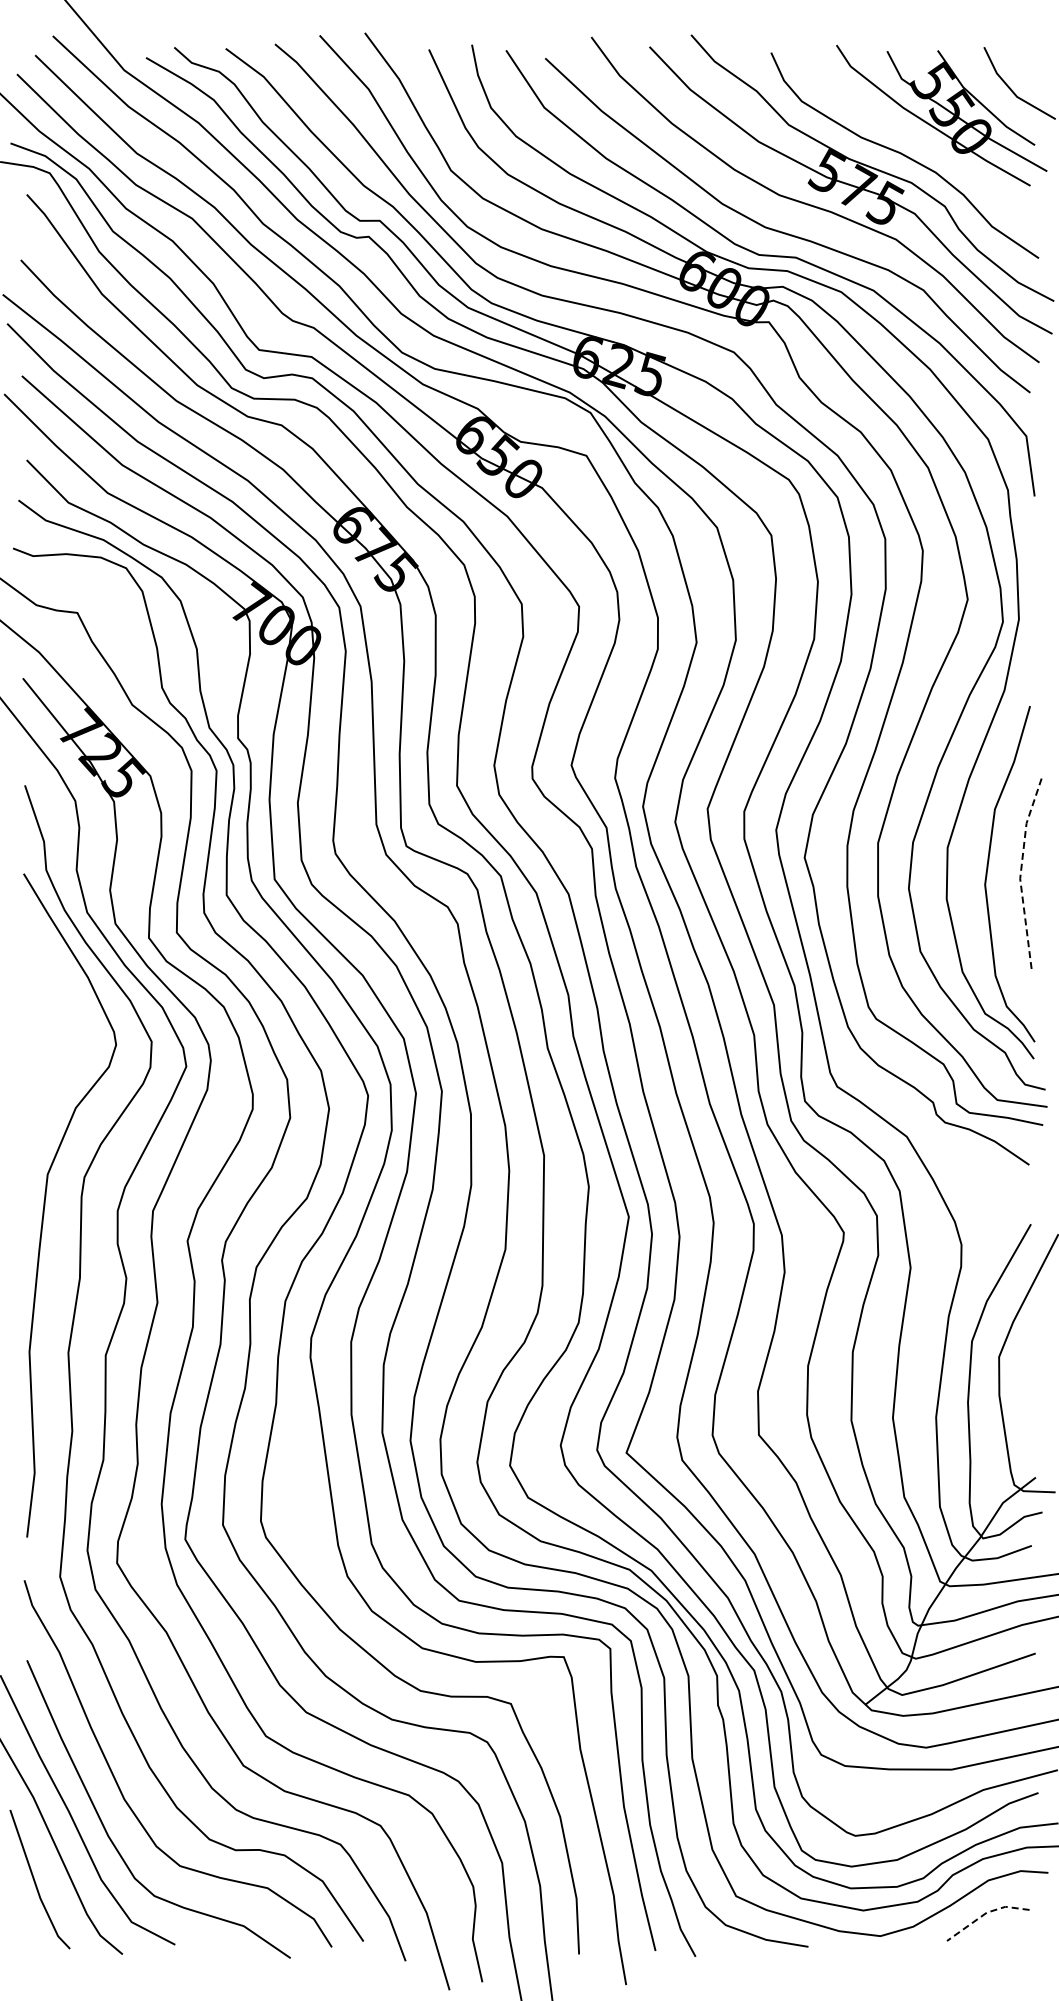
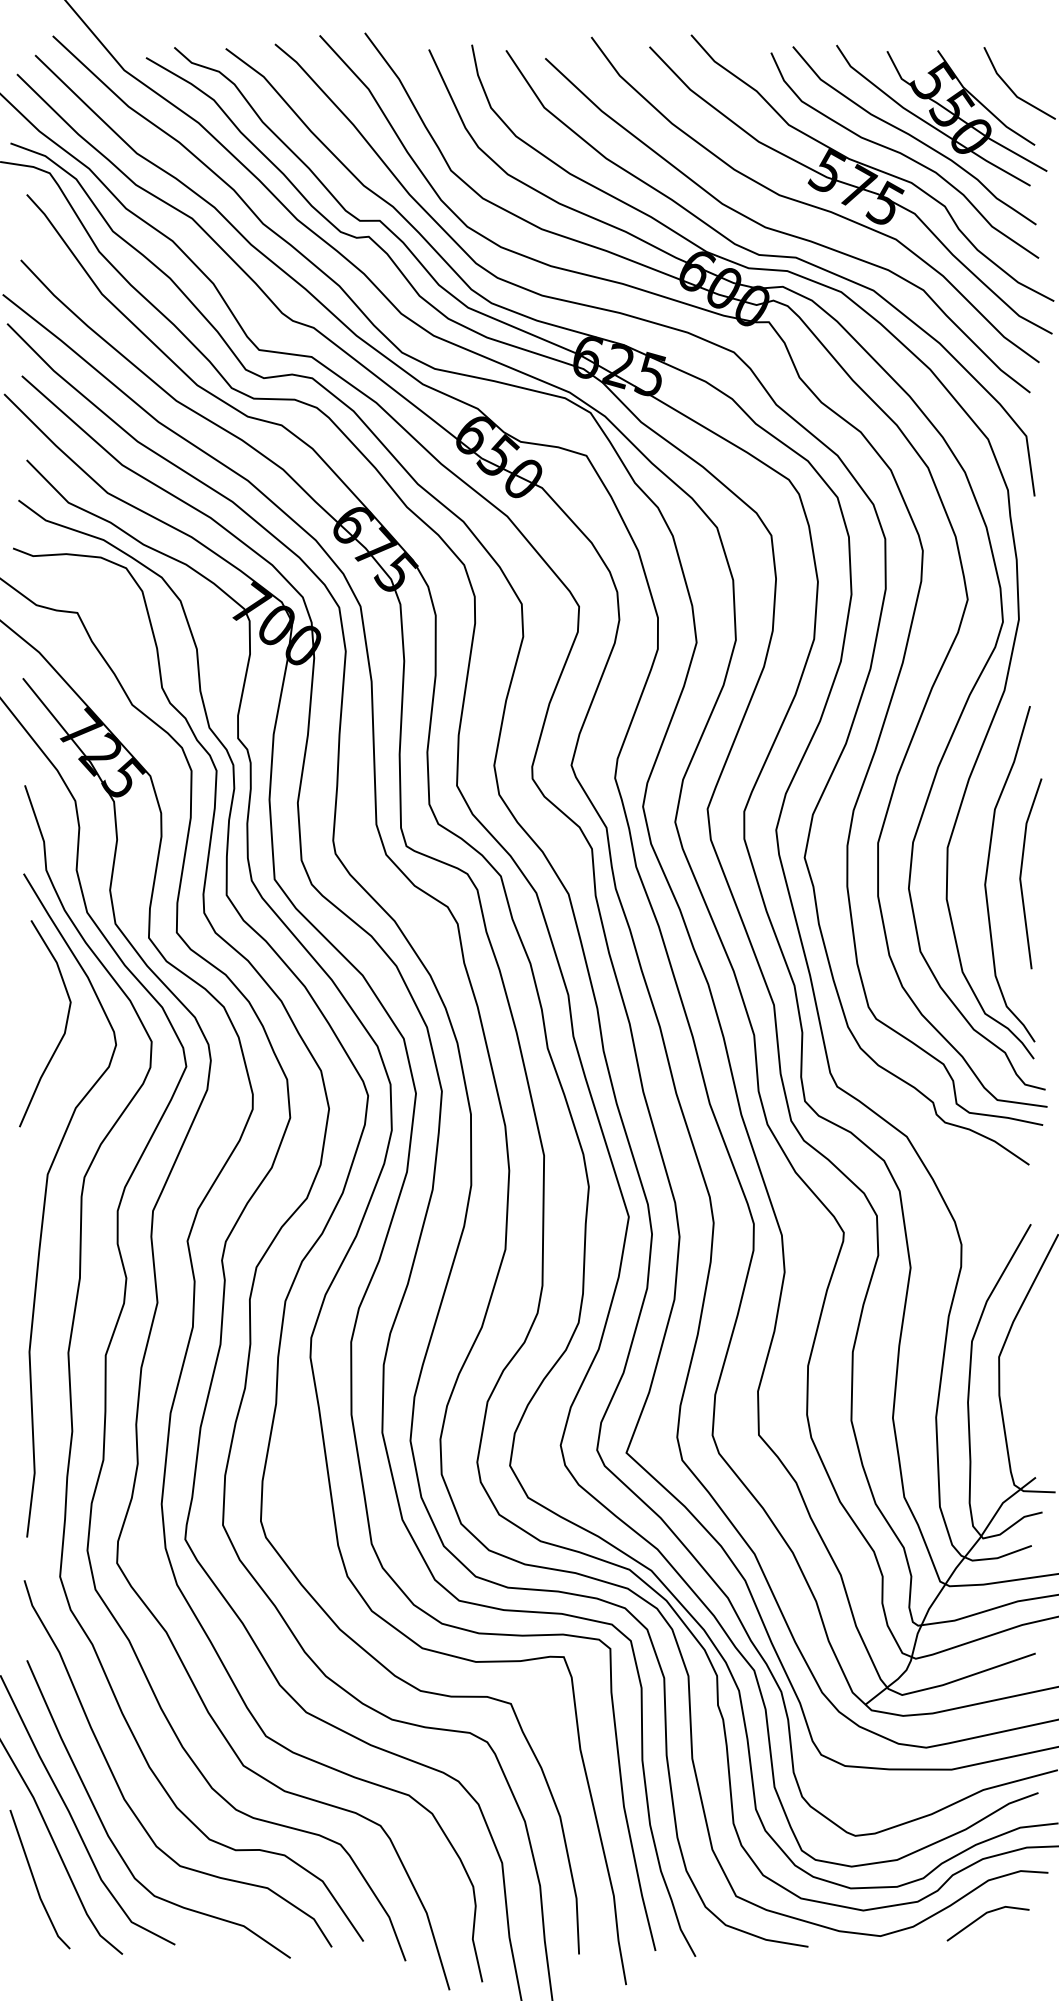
curve at (914, 136): none -> present
line at (1020, 872): dashed -> solid
curve at (64, 1028): none -> present
line at (986, 1913): dashed -> solid
